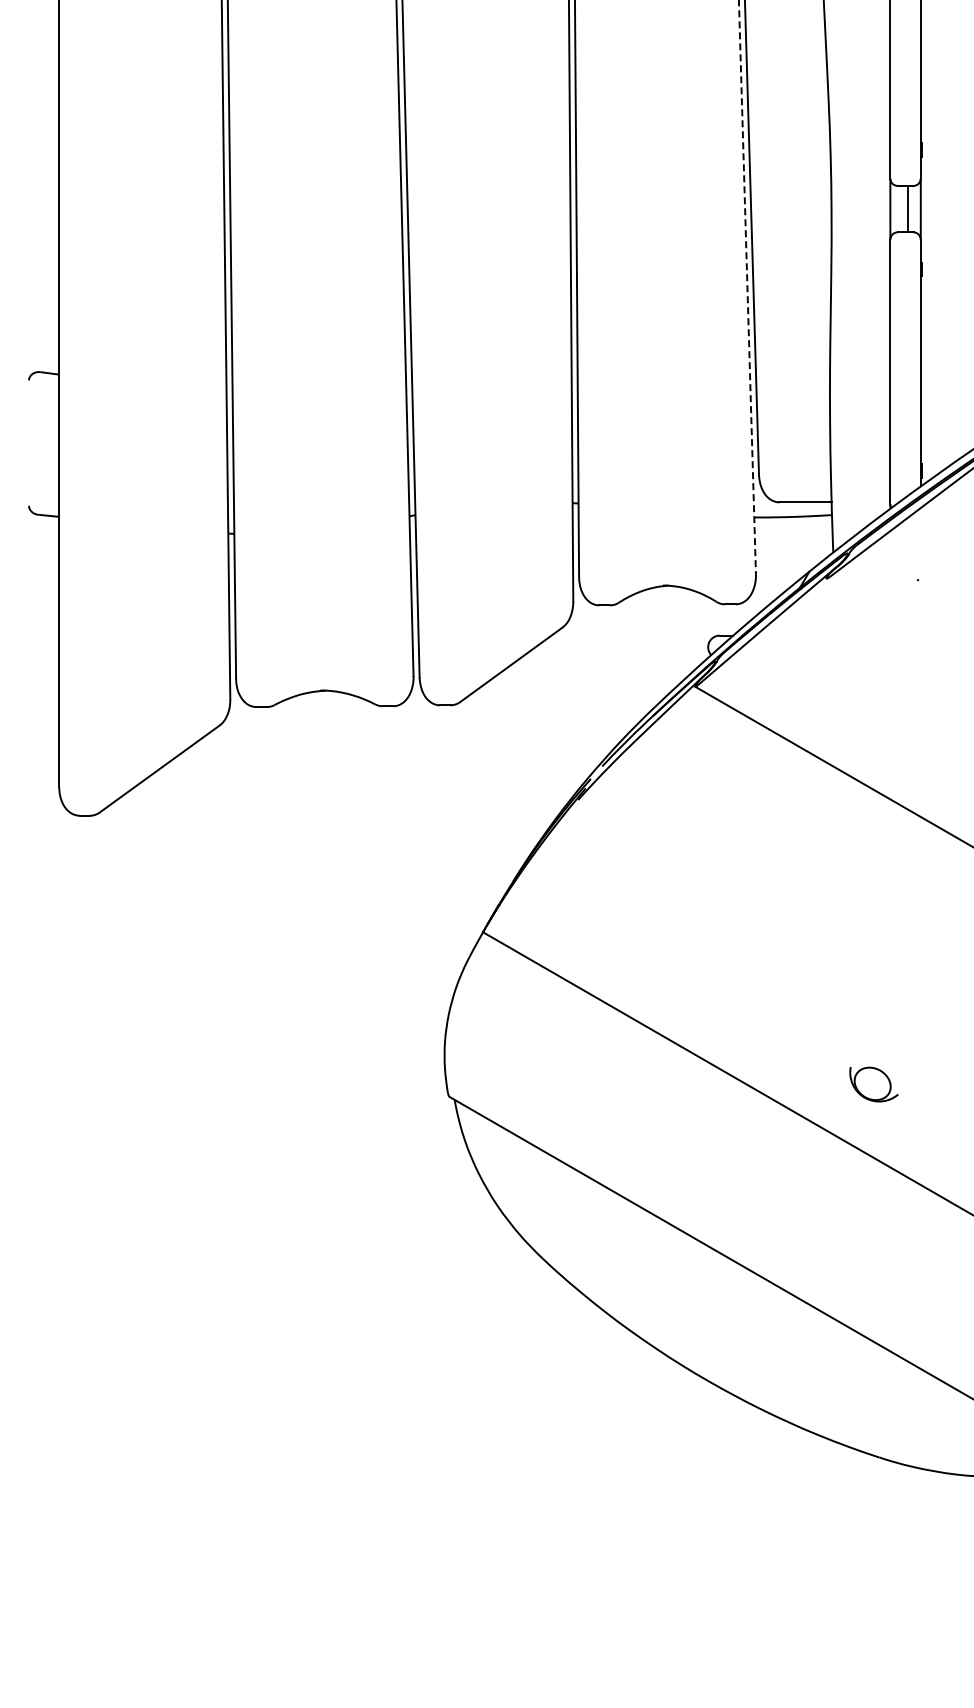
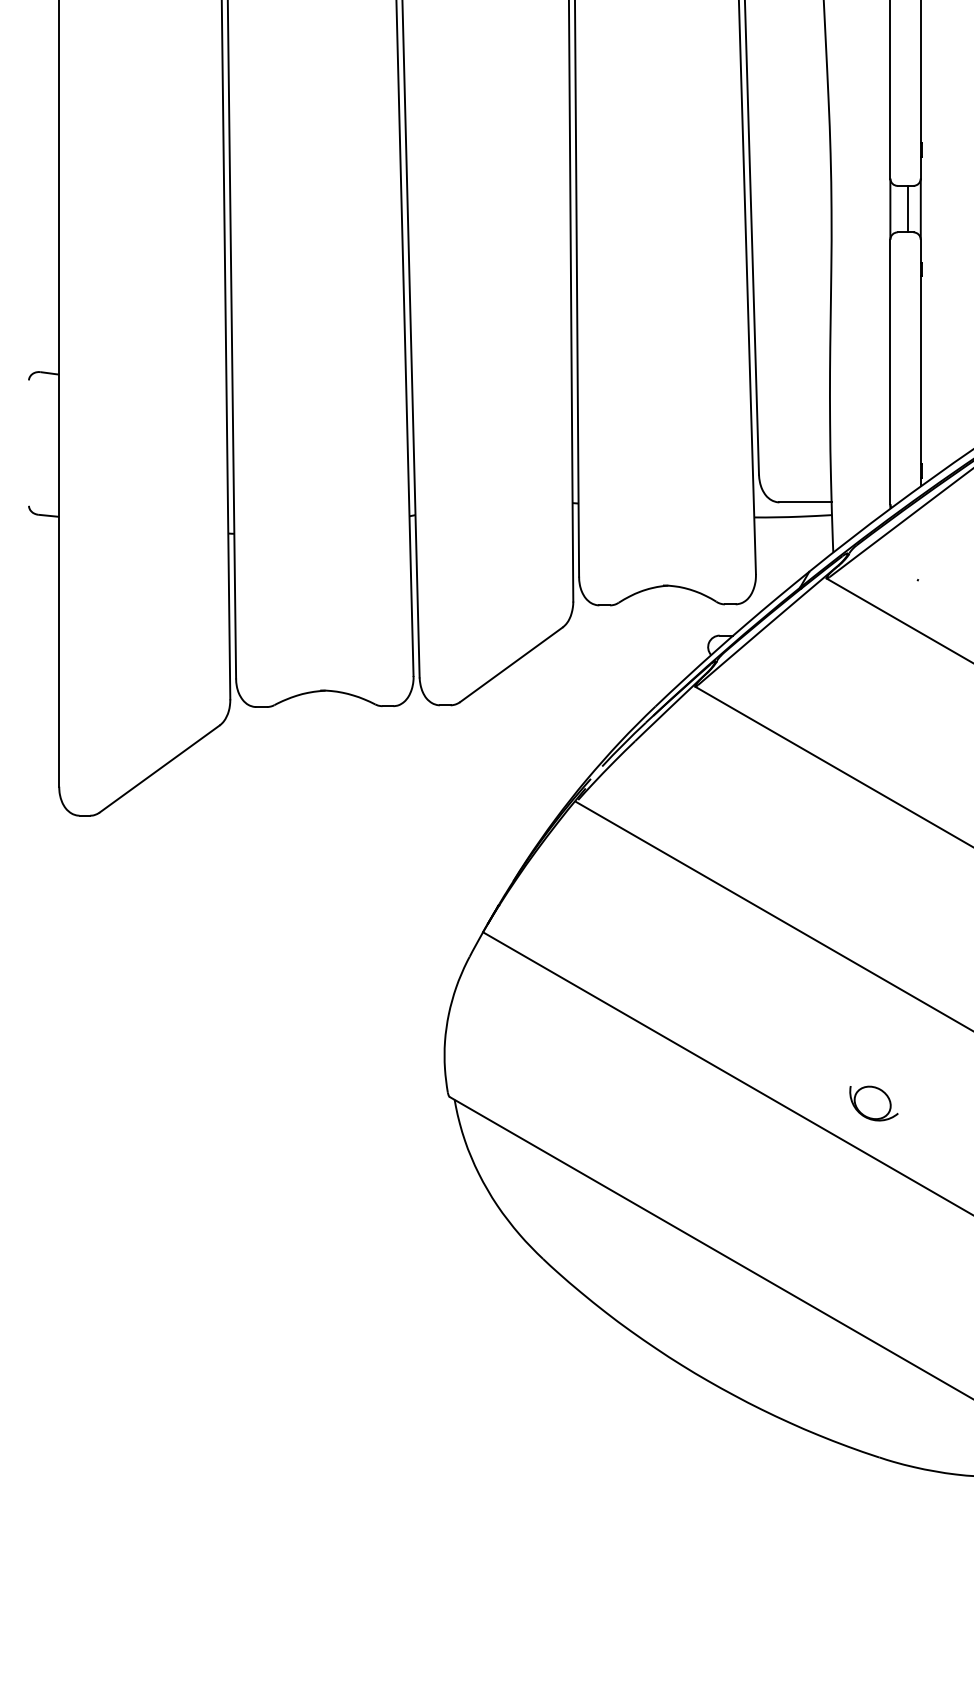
line at (747, 287): dashed -> solid
line at (898, 619): none -> present
line at (773, 915): none -> present
part at (873, 1084) position: (873, 1084) -> (873, 1103)
